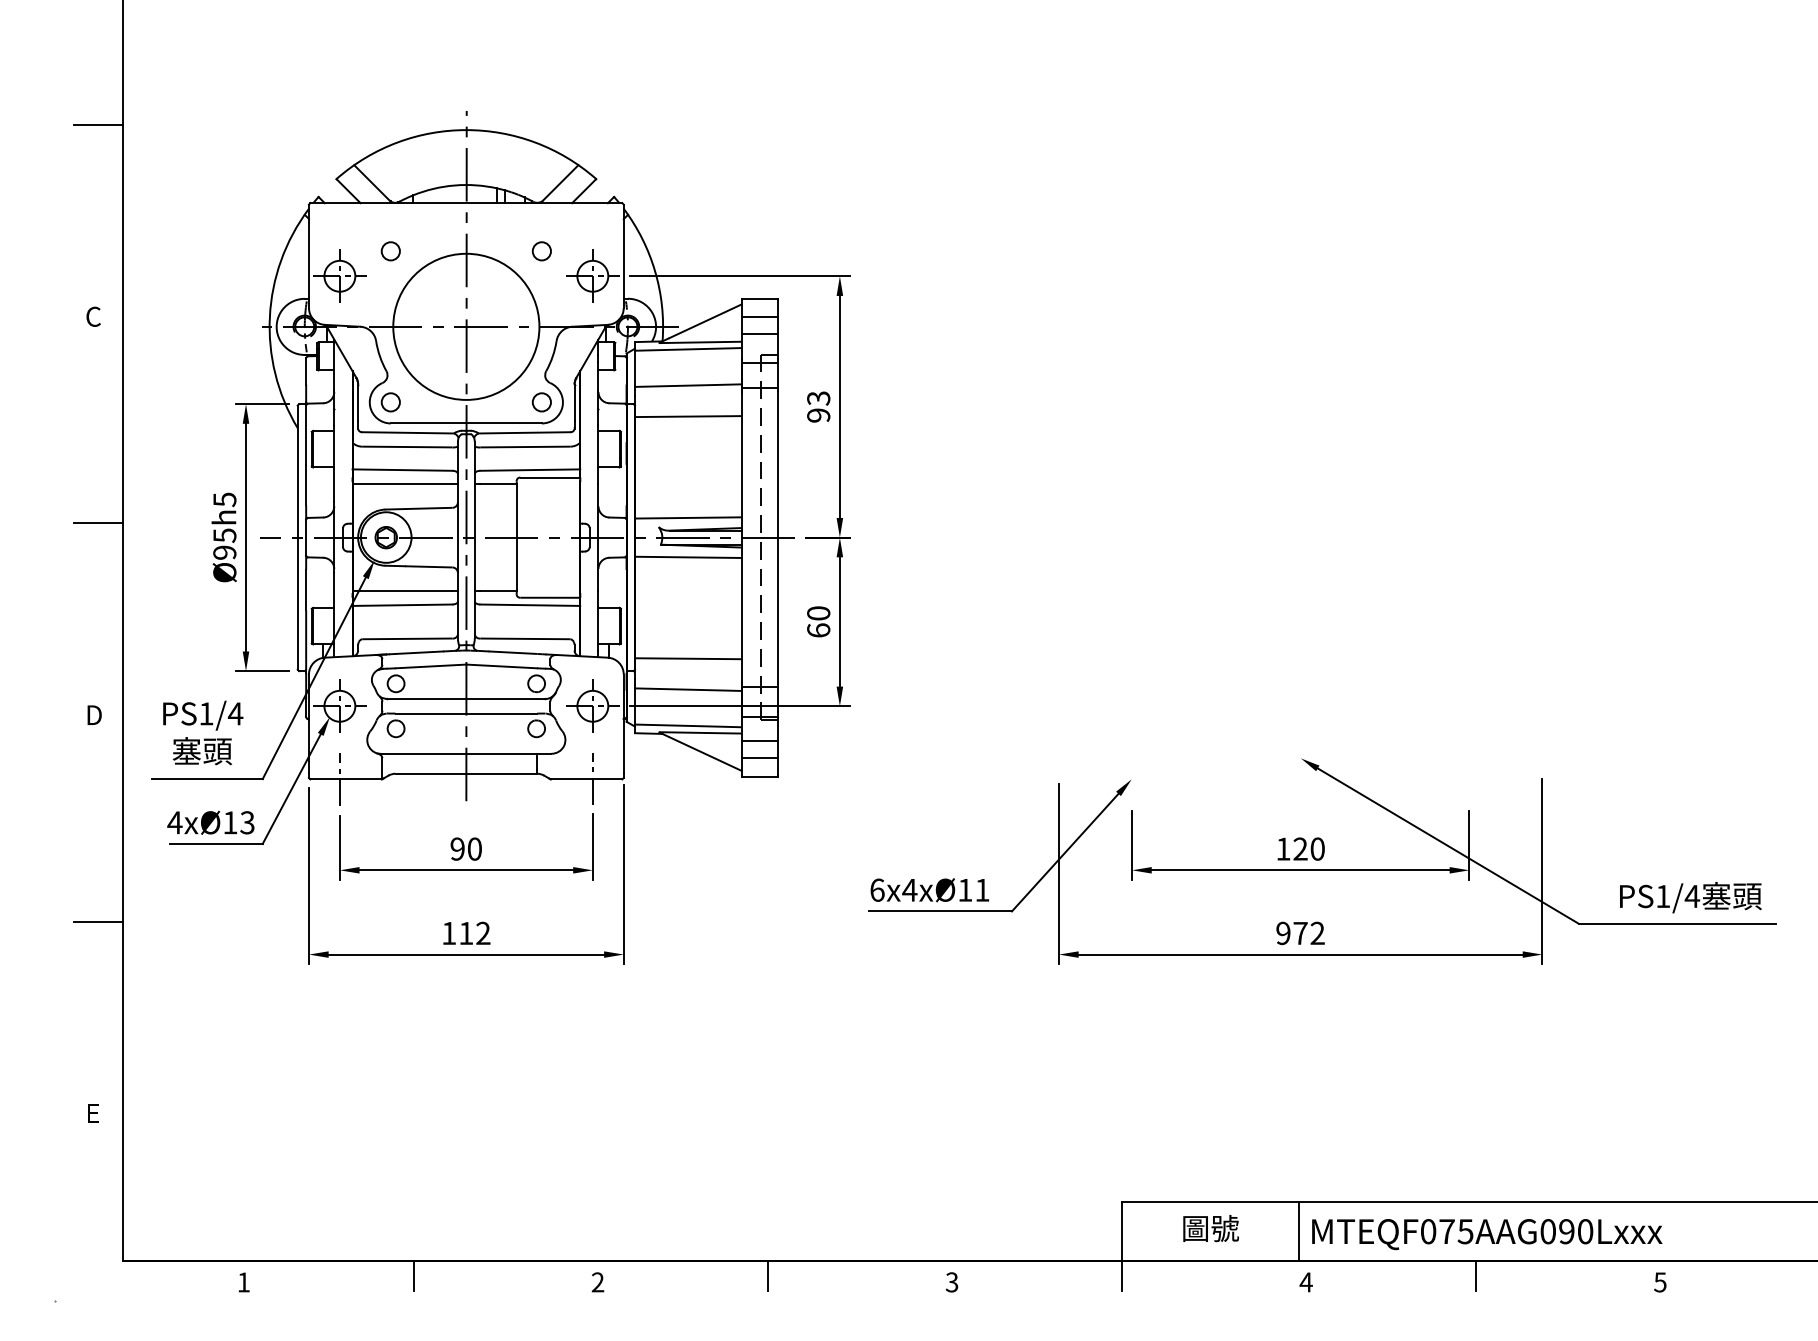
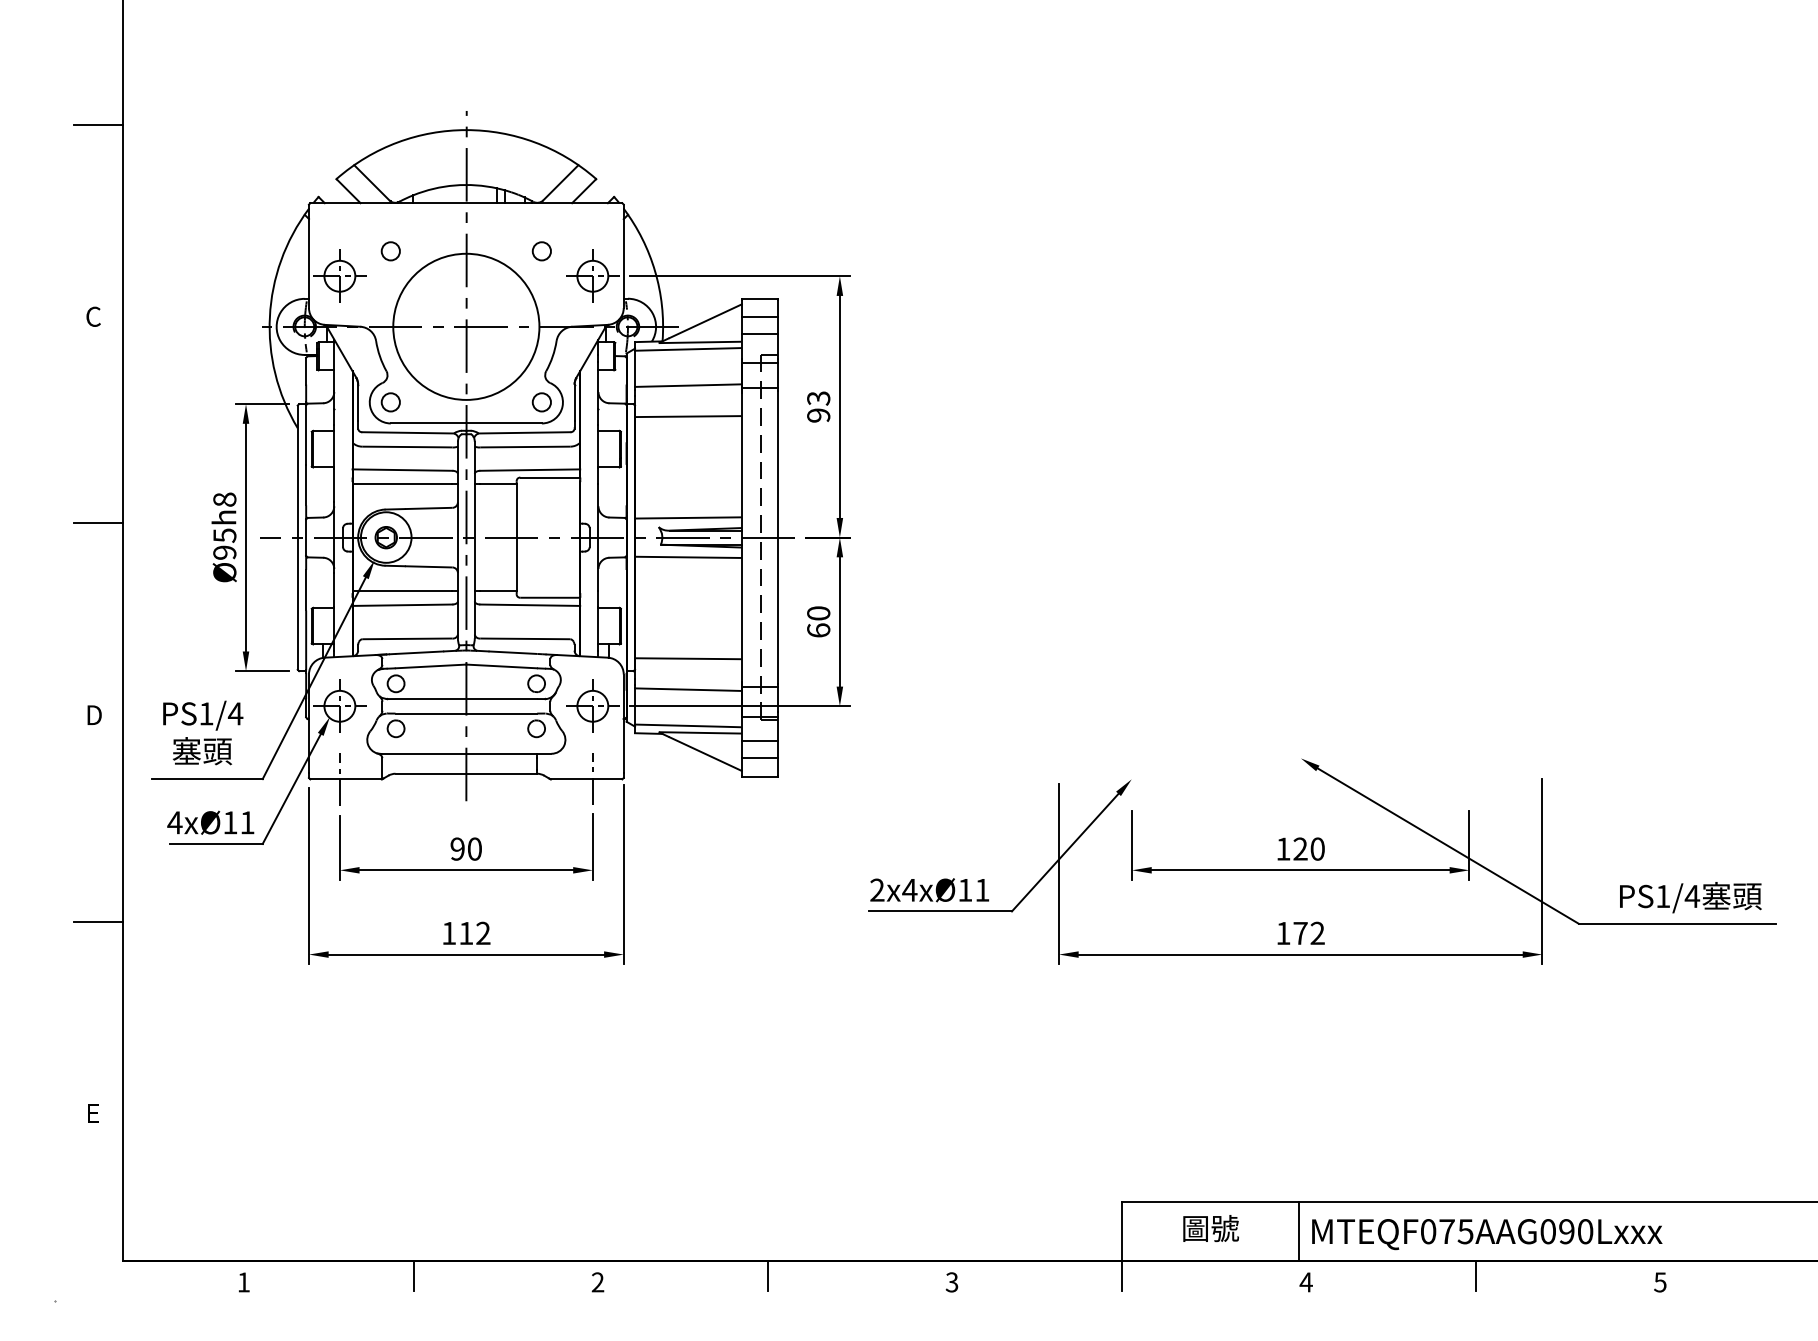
text at (224, 499): Ø95h5 -> Ø95h8
text at (247, 822): 4xØ13 -> 4xØ11
text at (877, 889): 6x4xØ11 -> 2x4xØ11
text at (1283, 933): 972 -> 172
